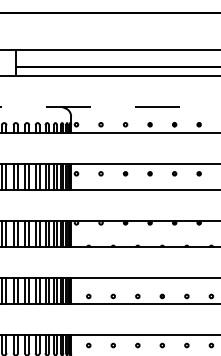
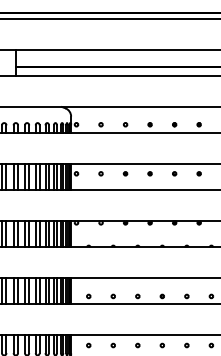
line at (109, 18): none -> present
line at (110, 107): dashed -> solid
